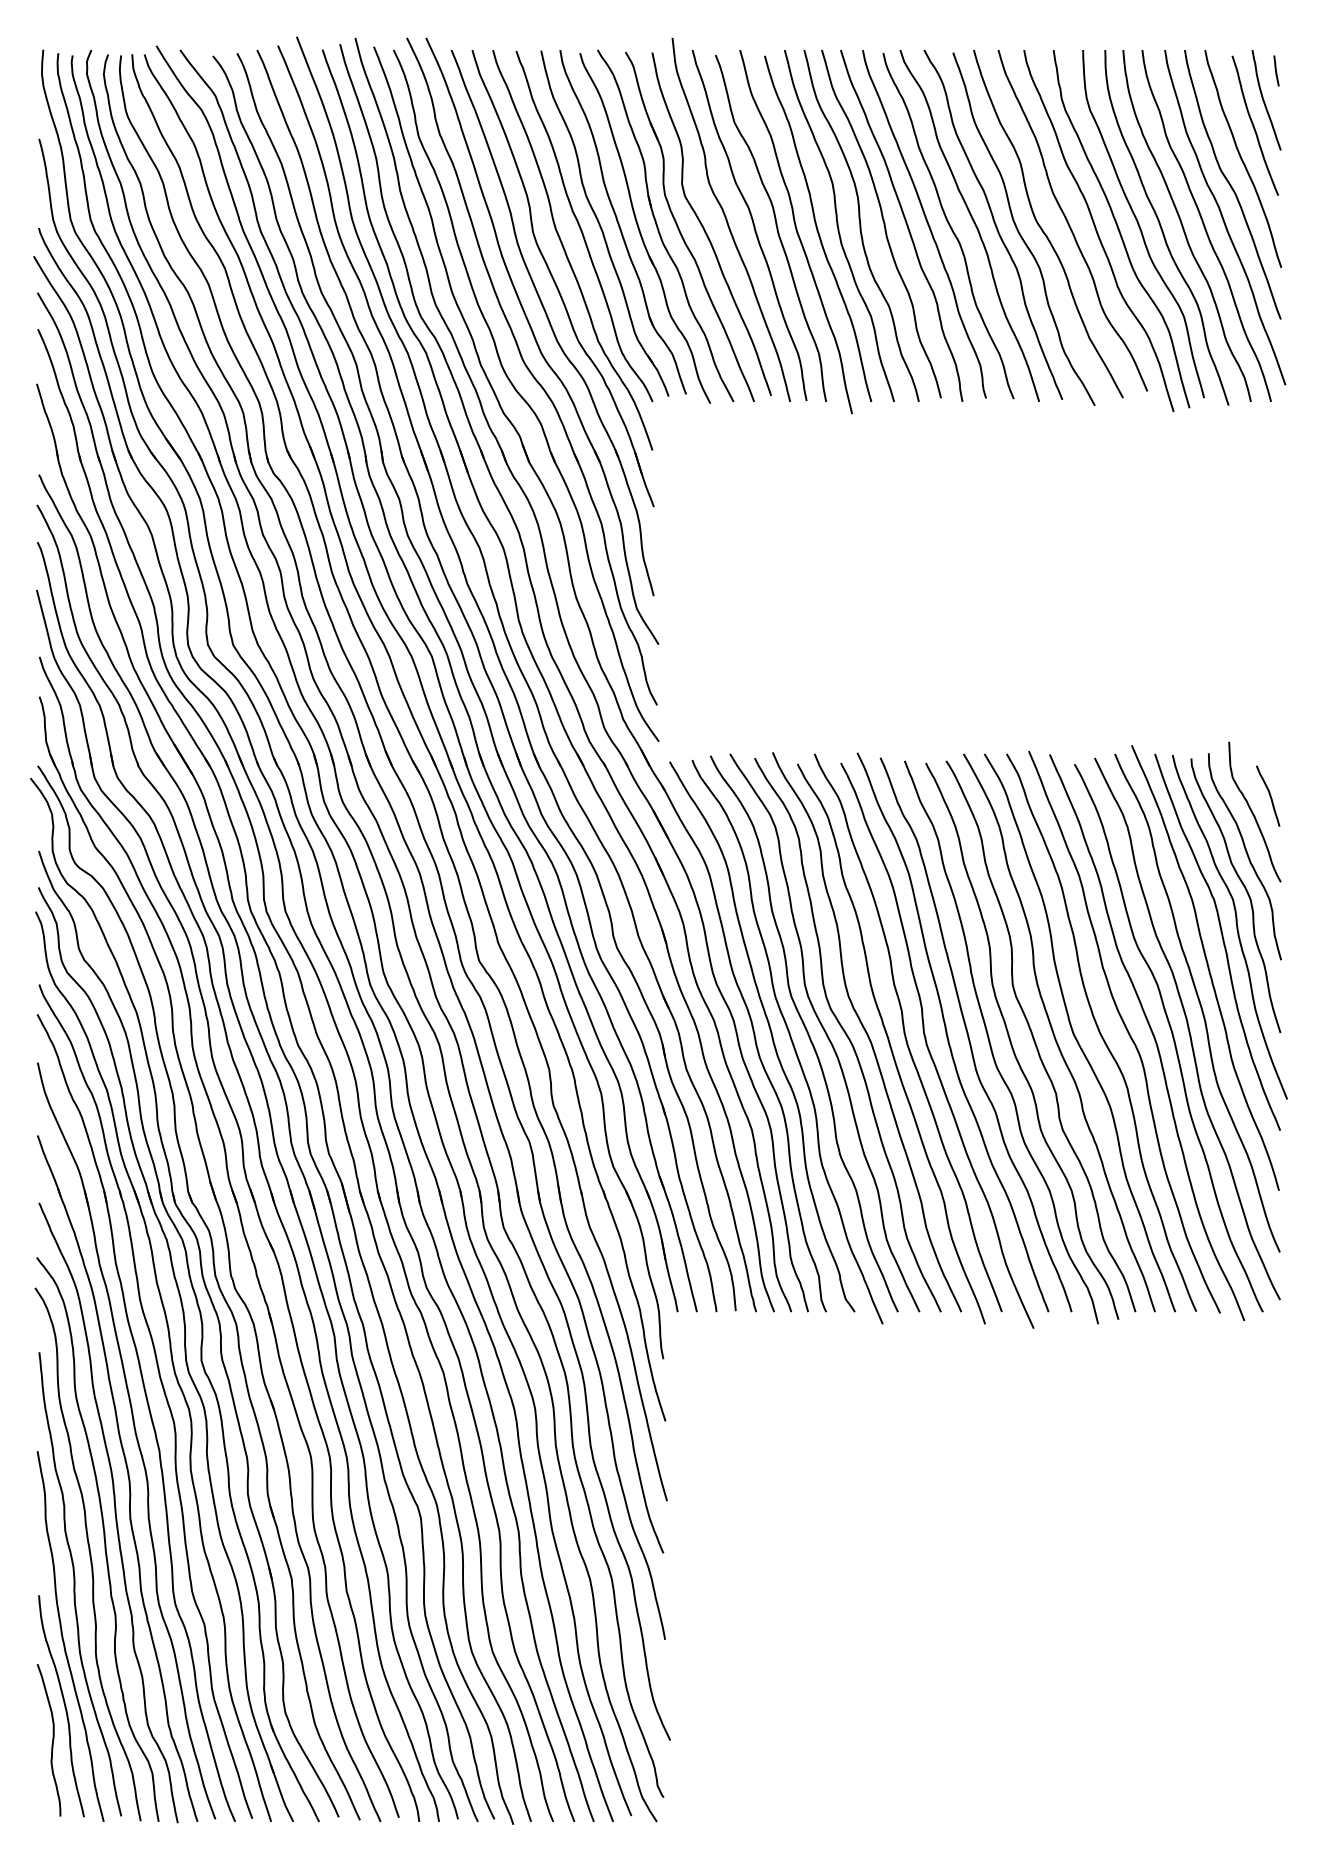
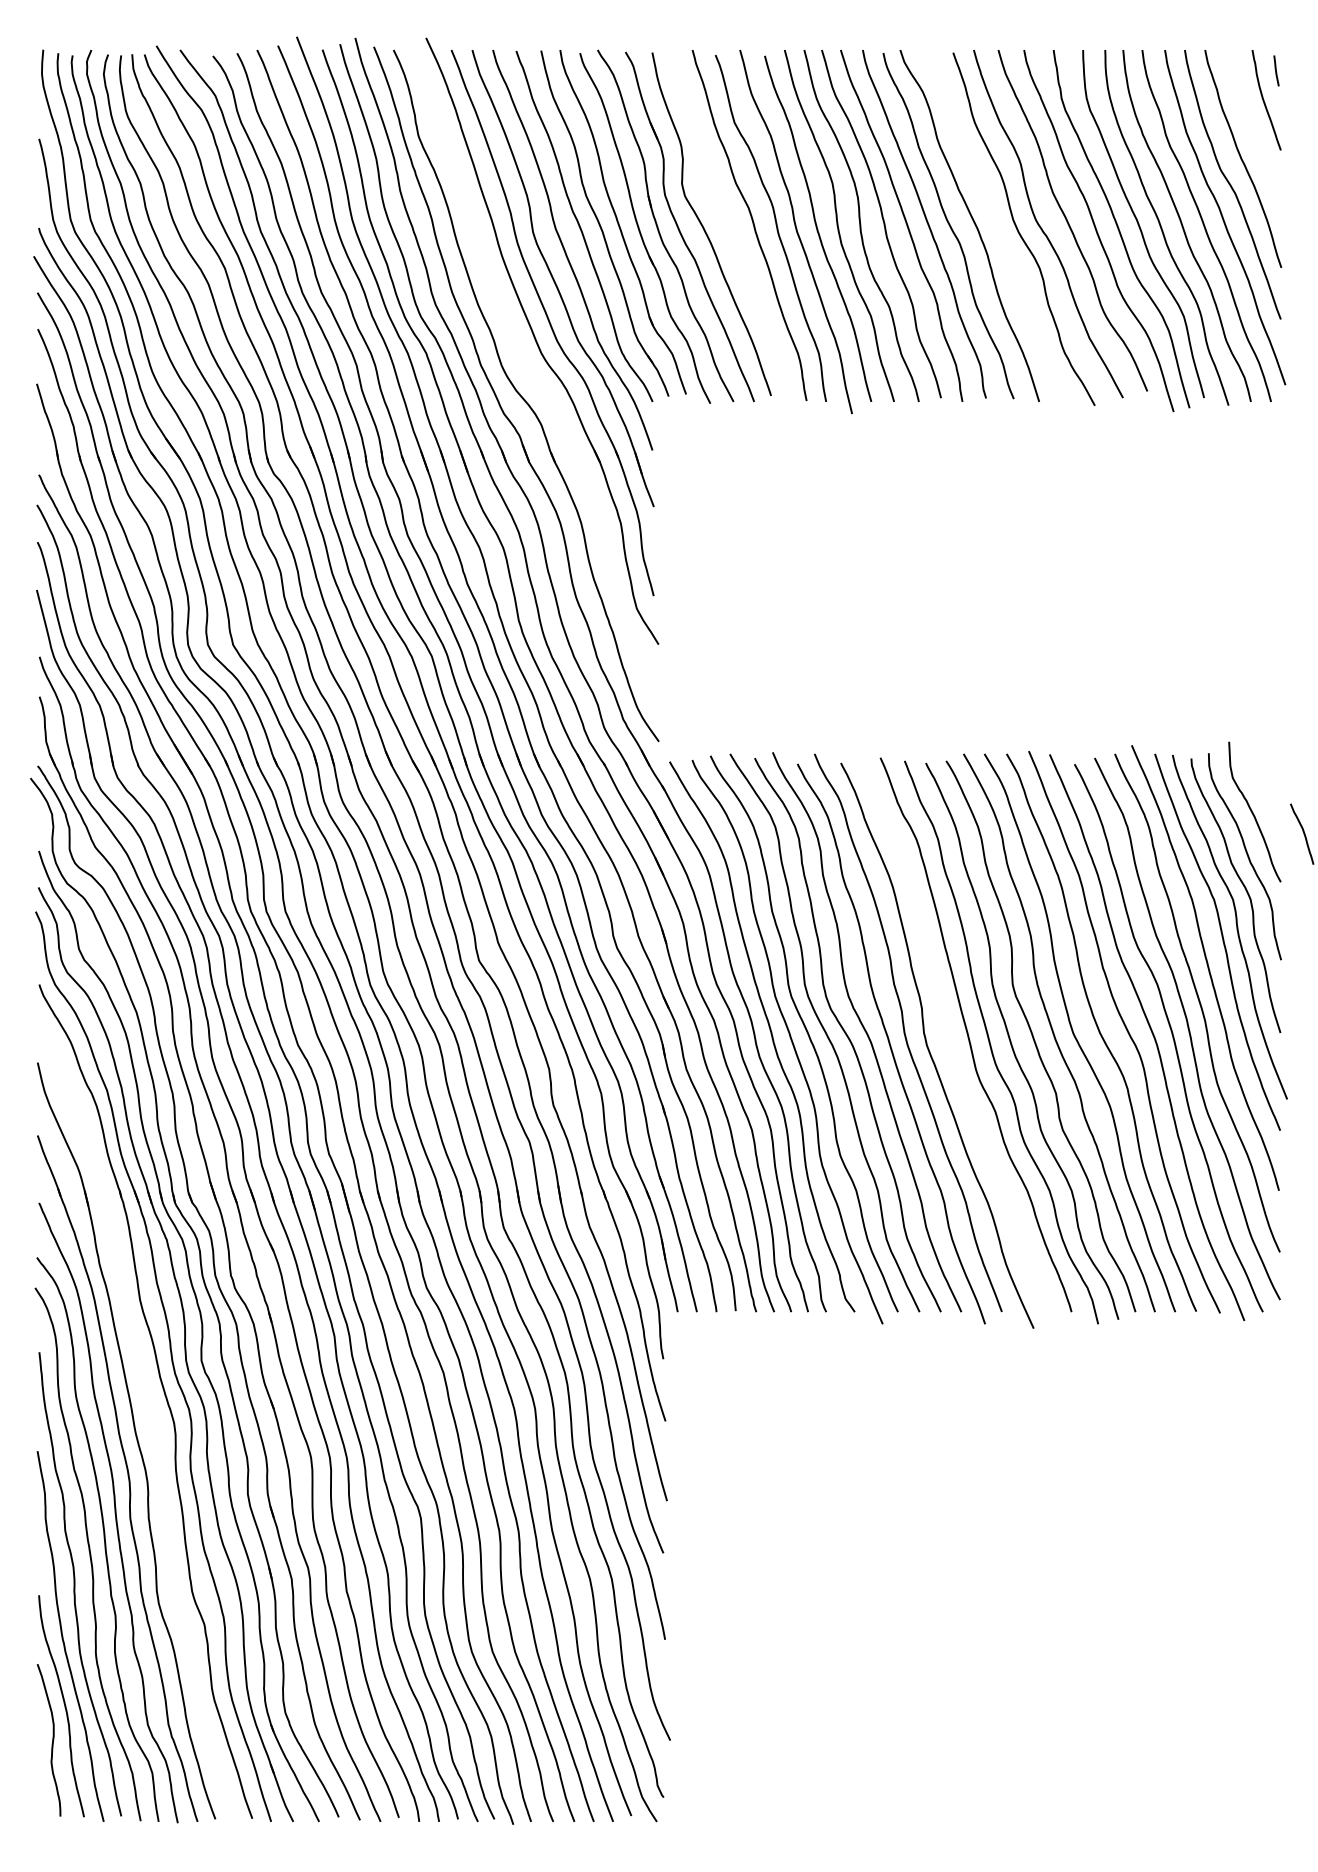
curve at (1254, 125): present -> none
curve at (727, 219): present -> none
curve at (994, 224): present -> none
part at (531, 371): present -> none
curve at (1269, 795) position: (1269, 795) -> (1303, 833)
curve at (947, 1032): present -> none
part at (149, 1415): present -> none
